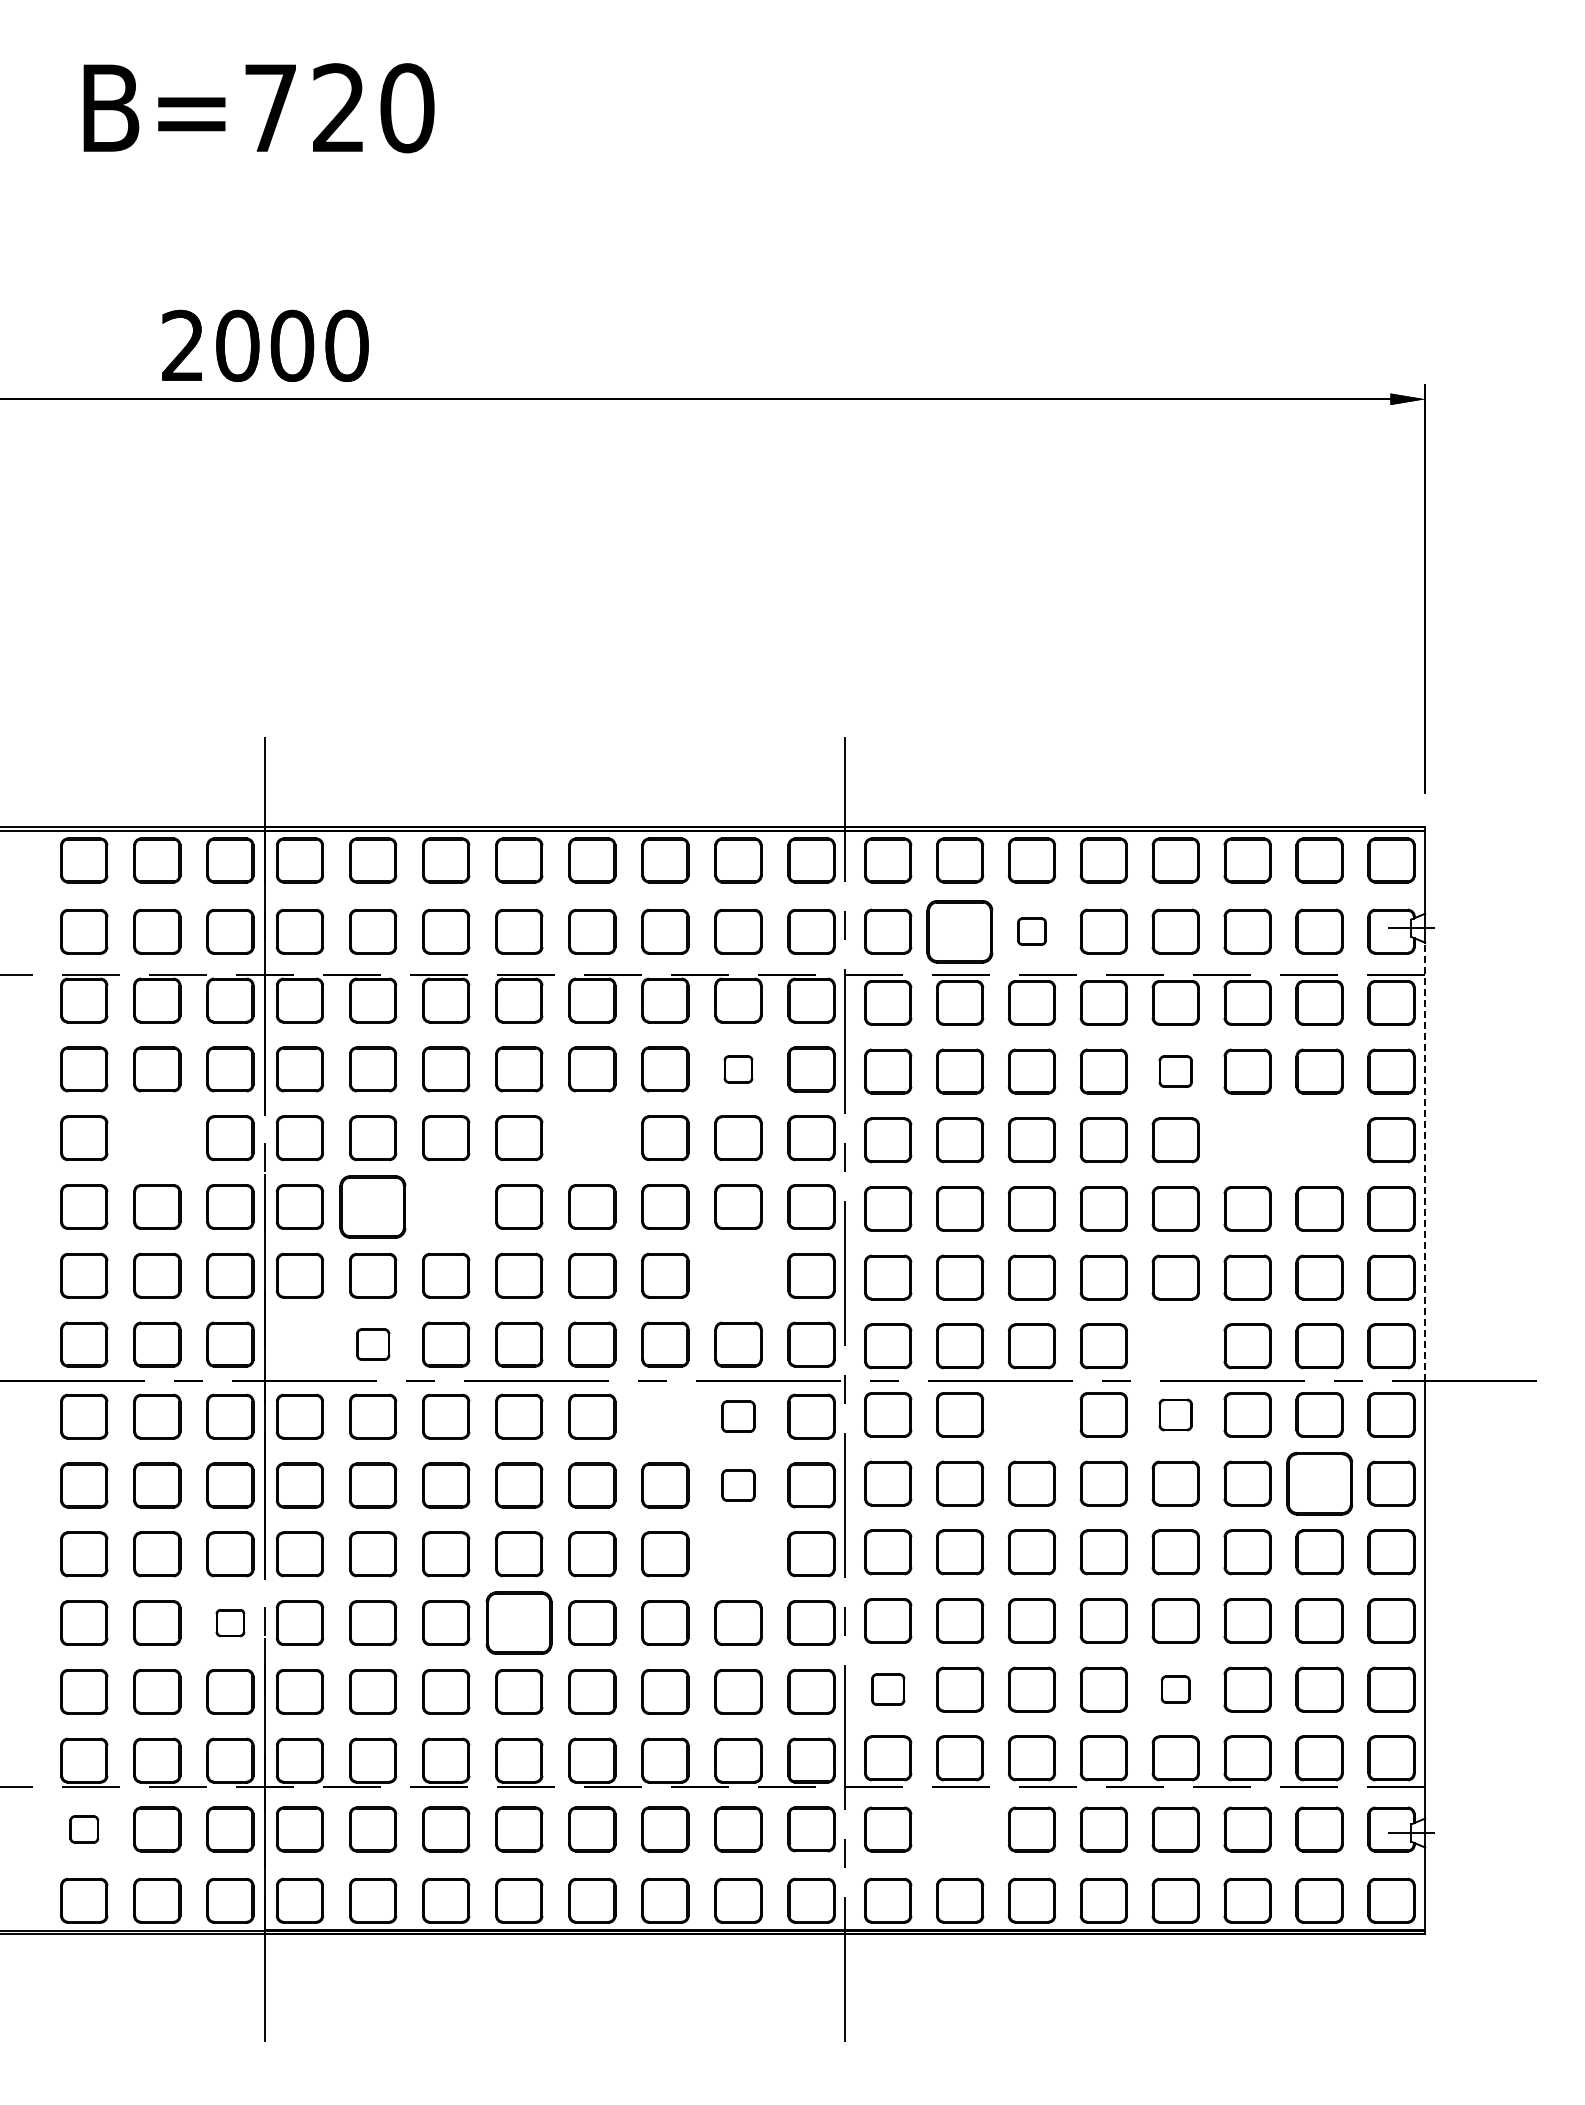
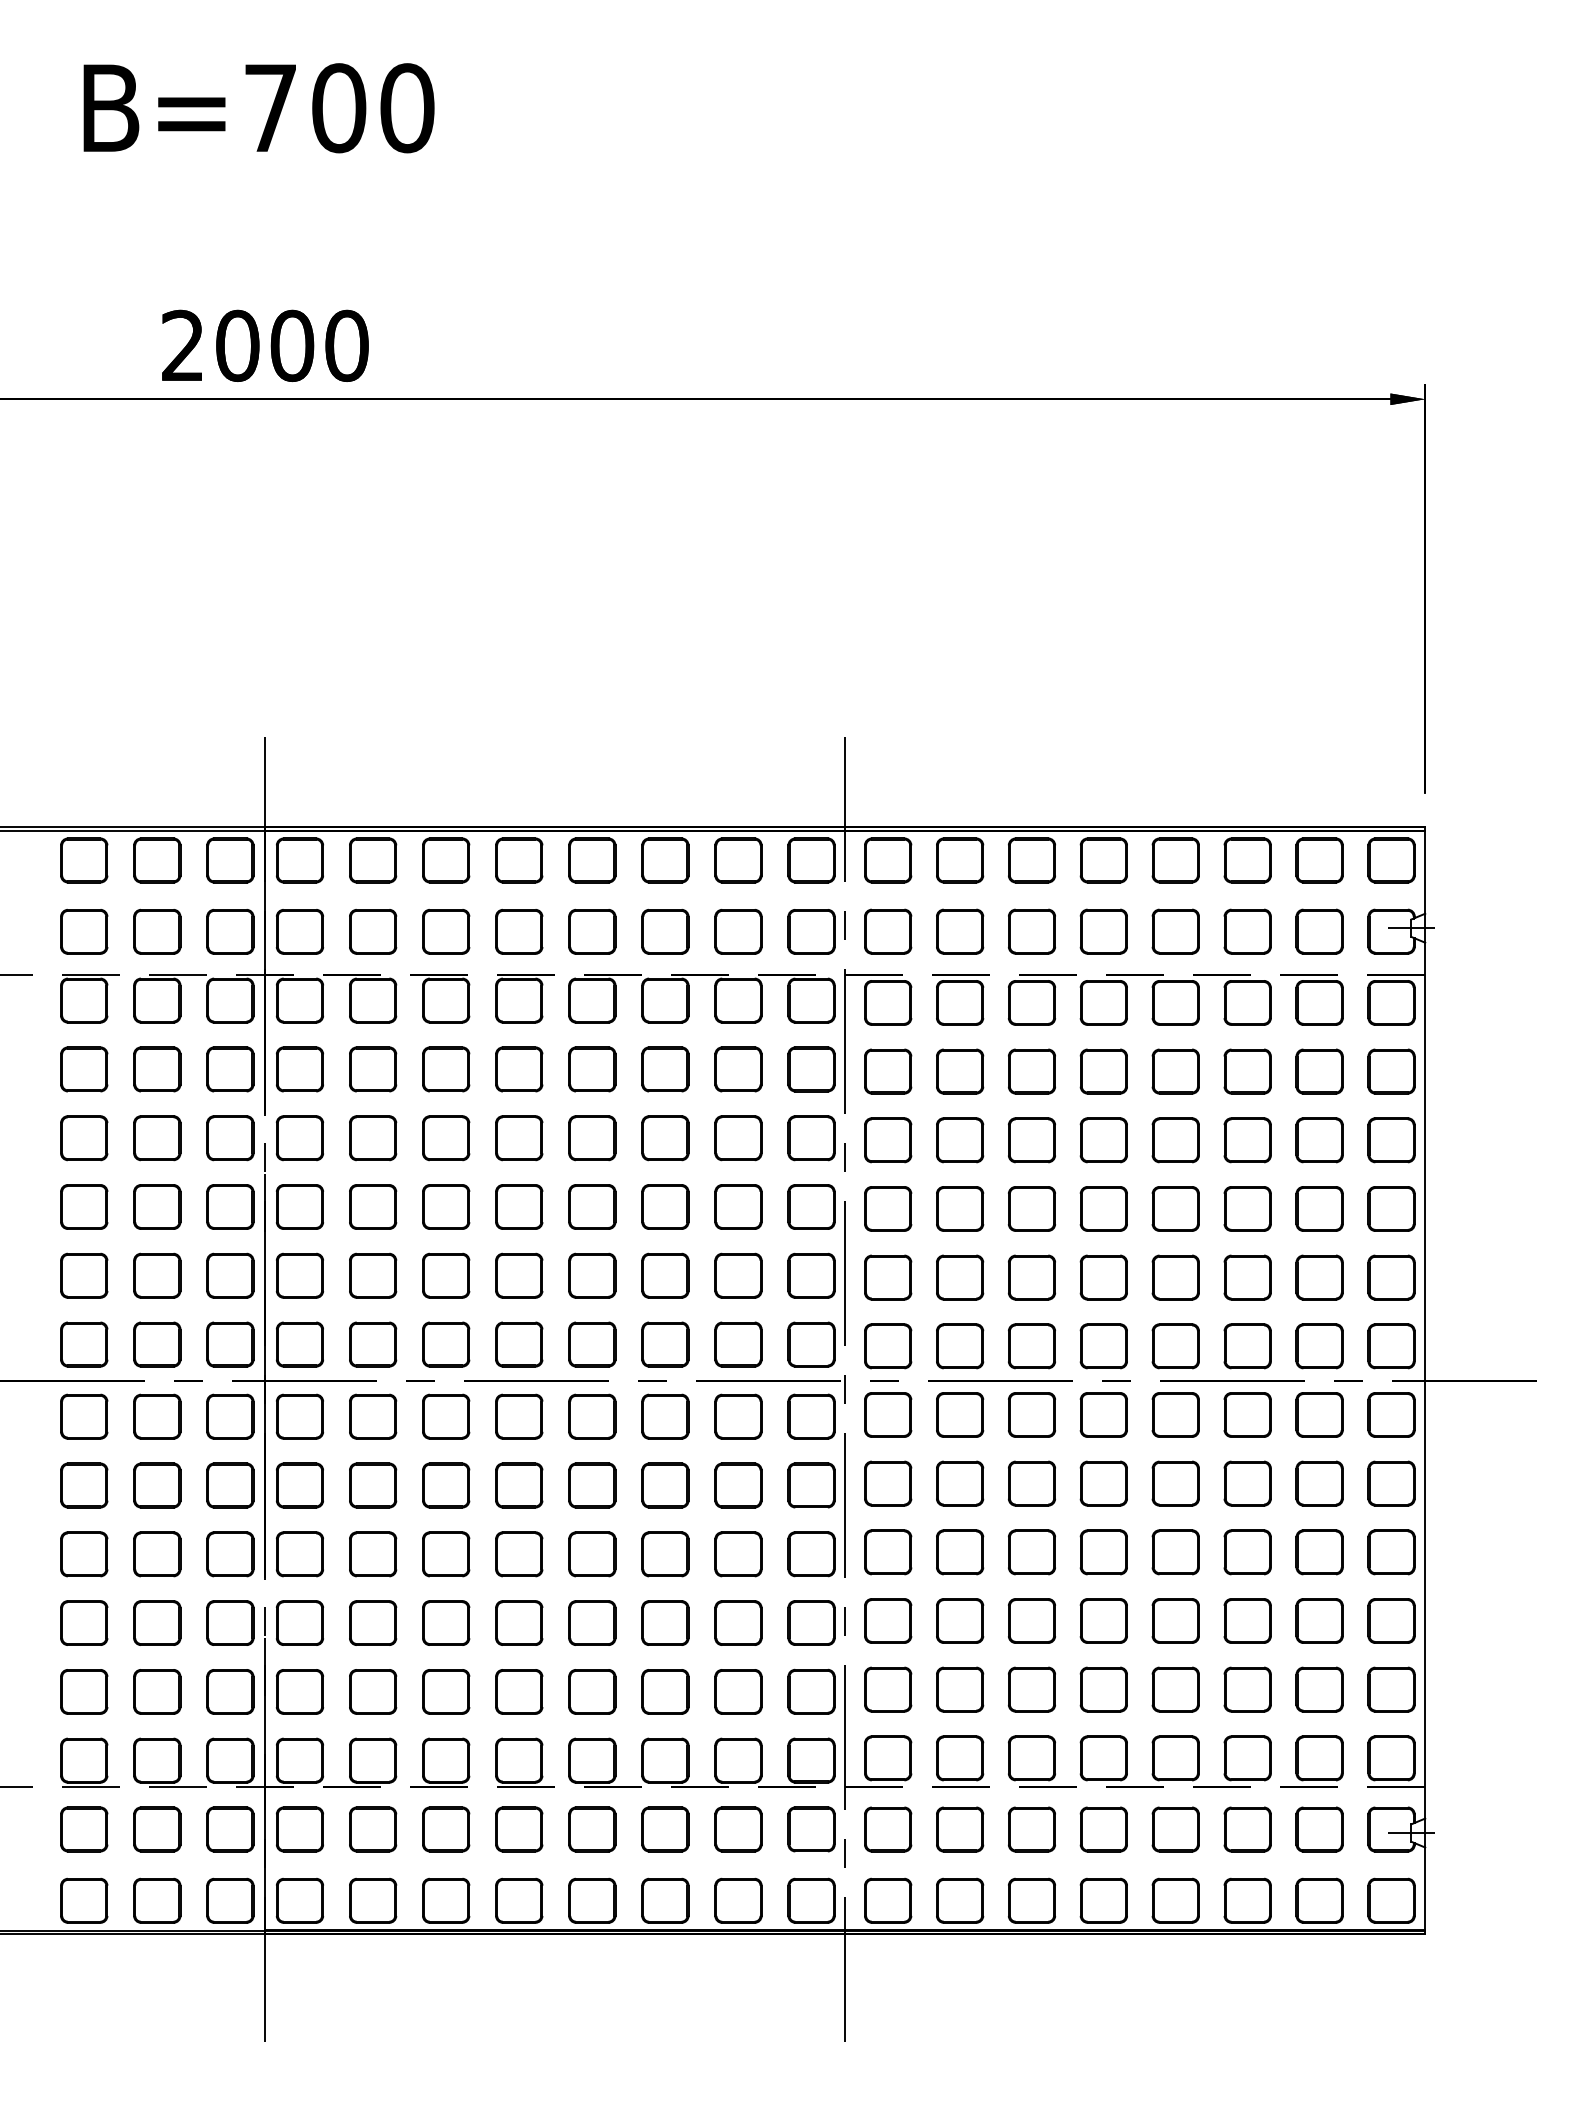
text at (339, 108): B=720 -> B=700
part at (959, 931) size: 68x64 px -> 49x47 px
part at (1031, 931) size: 30x29 px -> 48x47 px
part at (738, 1069) size: 31x29 px -> 49x47 px
part at (1175, 1071) size: 35x33 px -> 49x47 px
part at (157, 1138): none -> present
part at (592, 1138): none -> present
part at (1247, 1140): none -> present
part at (1319, 1140): none -> present
line at (1425, 1161): dashed -> solid
part at (372, 1206) size: 68x64 px -> 49x46 px
part at (446, 1206): none -> present
part at (738, 1275): none -> present
part at (299, 1344): none -> present
part at (373, 1344) size: 35x33 px -> 49x47 px
part at (1175, 1346): none -> present
part at (1031, 1414): none -> present
part at (1175, 1414) size: 35x34 px -> 49x46 px
part at (665, 1416): none -> present
part at (738, 1416) size: 35x33 px -> 49x47 px
part at (1319, 1483) size: 68x64 px -> 49x47 px
part at (738, 1485) size: 35x33 px -> 49x47 px
part at (738, 1554): none -> present
part at (518, 1622) size: 68x64 px -> 49x46 px
part at (230, 1623) size: 31x29 px -> 49x46 px
part at (888, 1689) size: 35x33 px -> 49x47 px
part at (1175, 1689) size: 30x29 px -> 49x47 px
part at (84, 1829) size: 31x29 px -> 49x47 px
part at (960, 1829): none -> present
